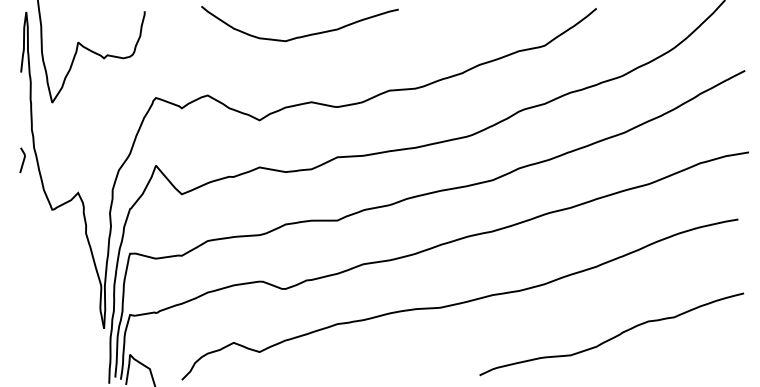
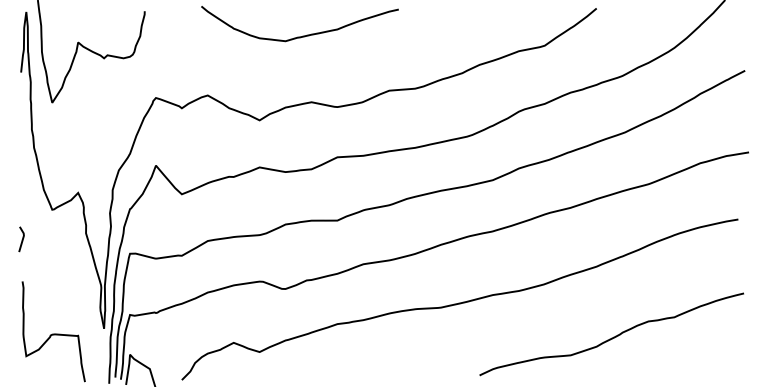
line at (22, 160) position: (22, 160) -> (21, 239)
curve at (53, 333): none -> present
